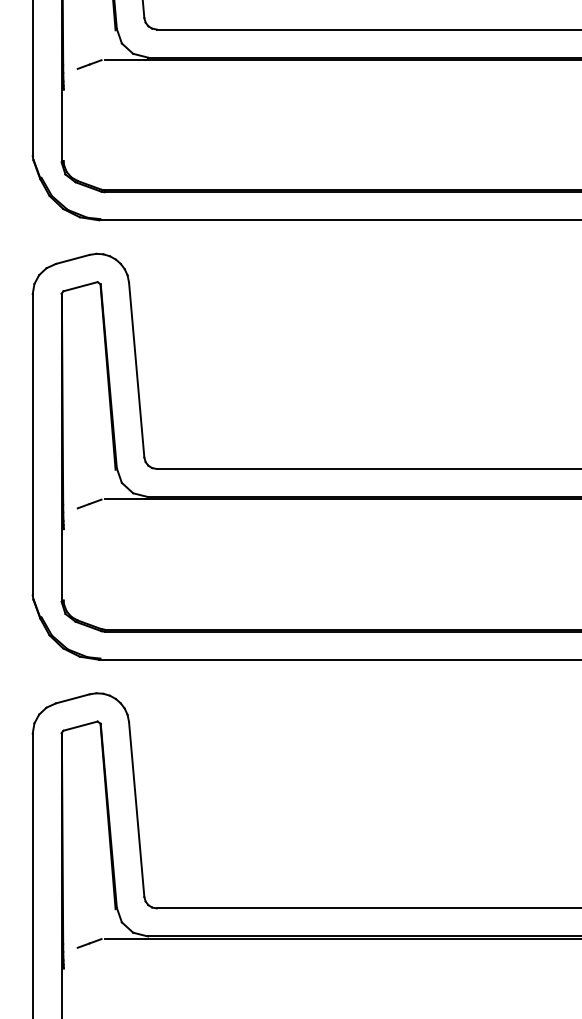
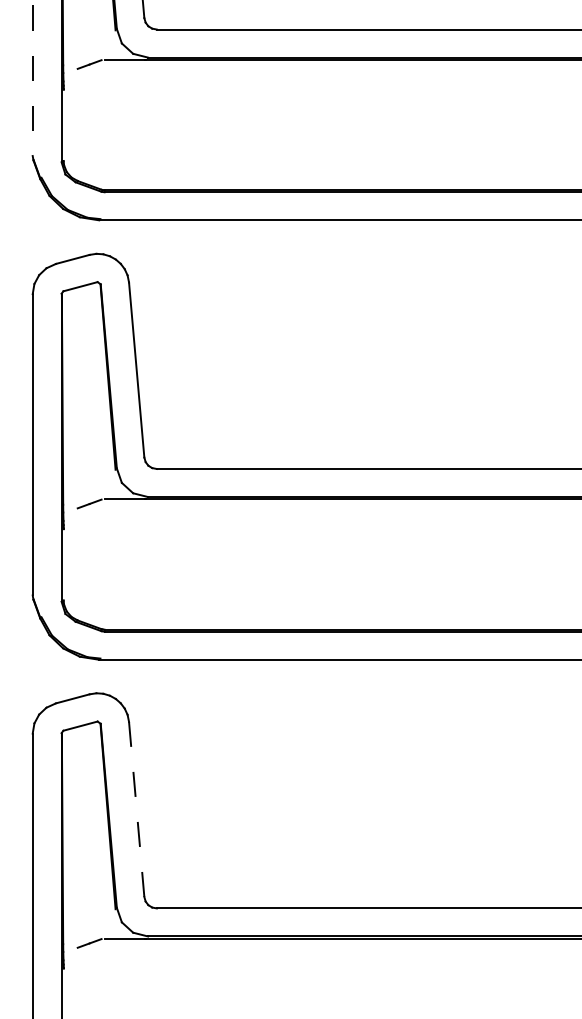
line at (32, 78): solid -> dashed
line at (136, 809): solid -> dashed
